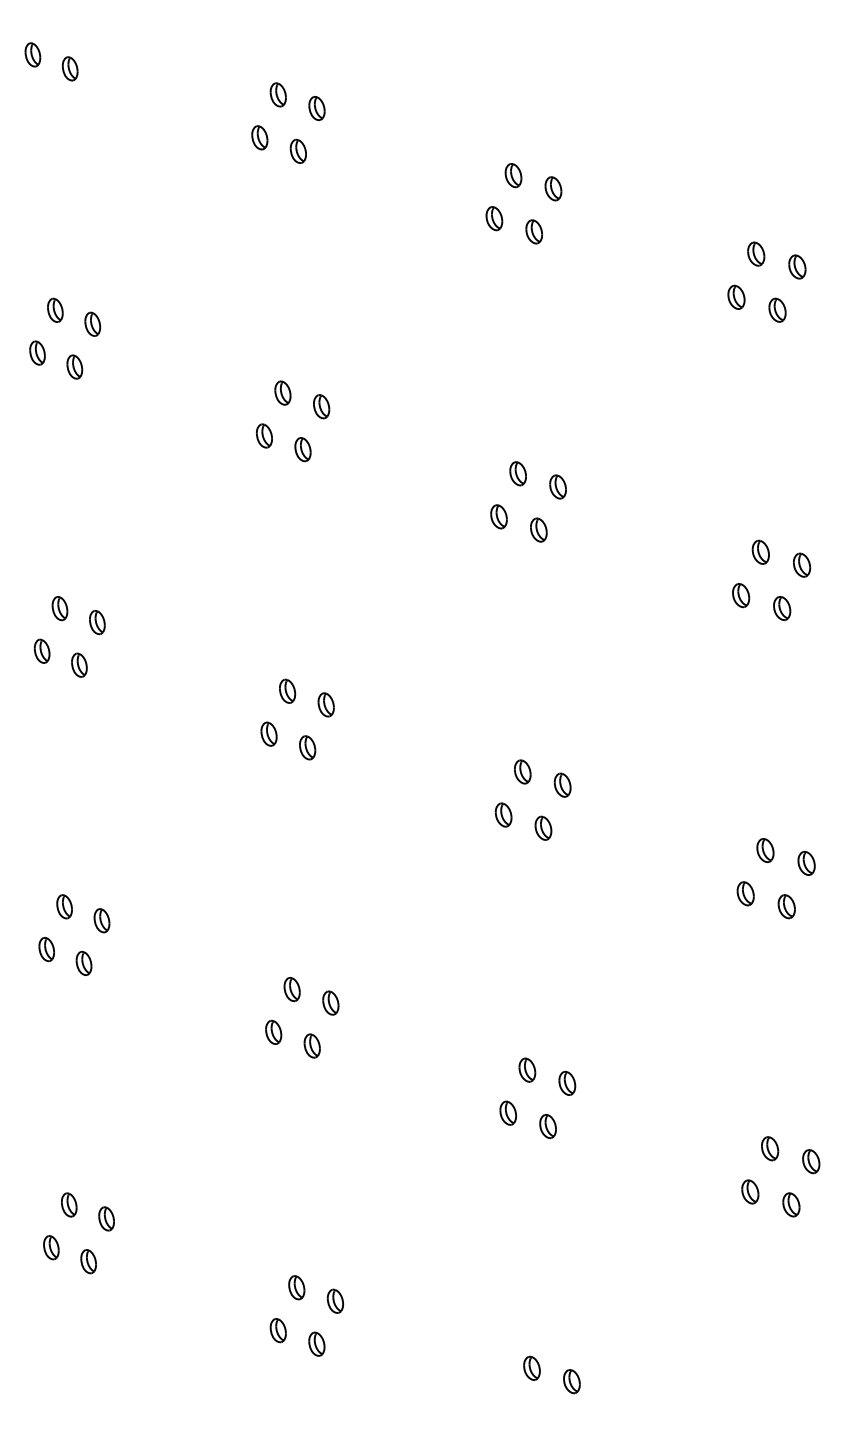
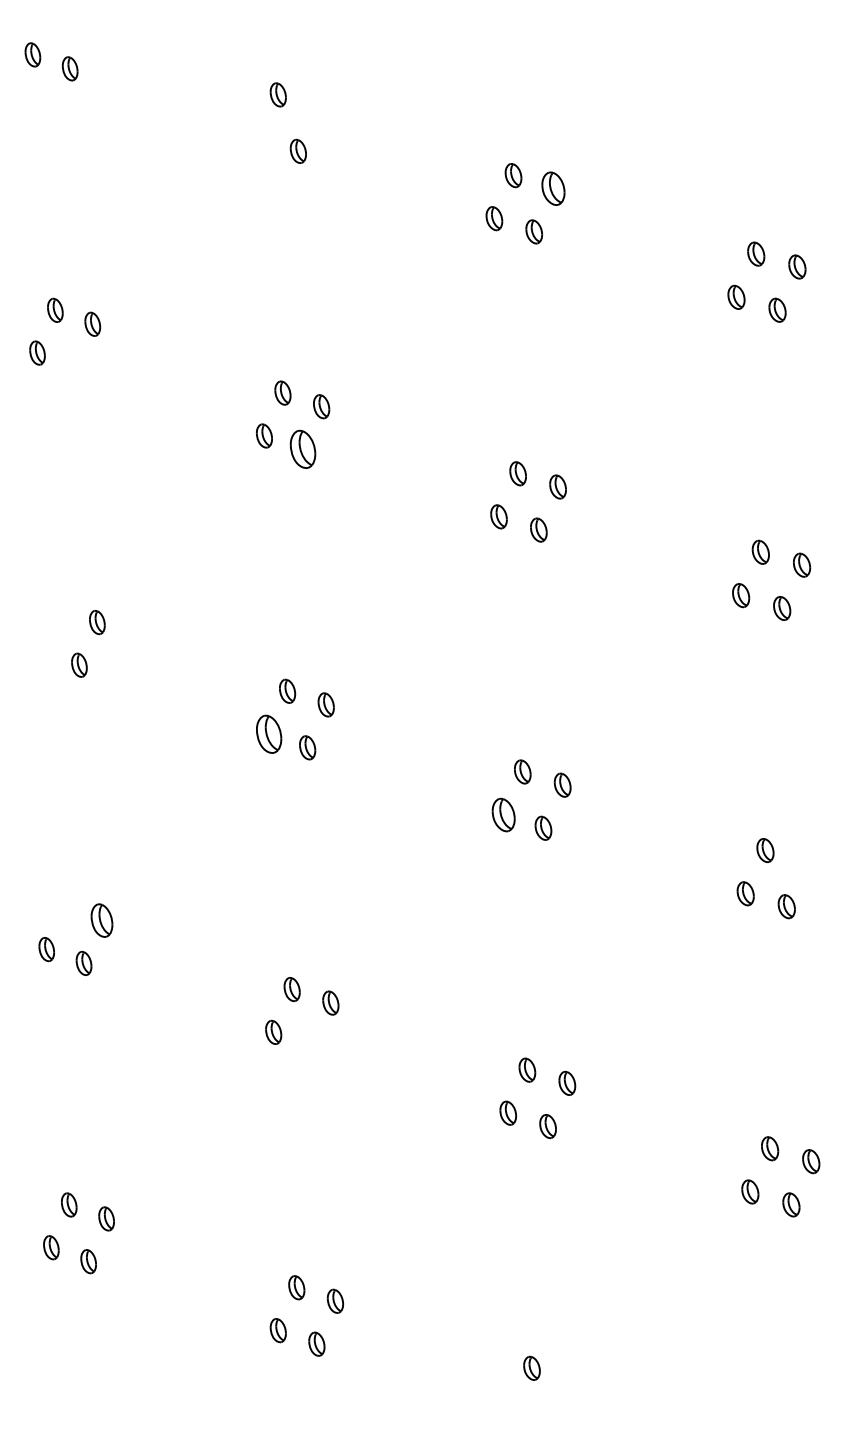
part at (316, 108): present -> none
part at (259, 137): present -> none
part at (553, 188) size: 19x26 px -> 25x35 px
part at (74, 366): present -> none
part at (302, 449) size: 18x26 px -> 28x40 px
part at (59, 608): present -> none
part at (41, 650): present -> none
part at (268, 733) size: 18x26 px -> 27x40 px
part at (503, 814) size: 19x26 px -> 25x36 px
part at (806, 862): present -> none
part at (64, 906): present -> none
part at (101, 920) size: 18x26 px -> 24x35 px
part at (311, 1045): present -> none
part at (571, 1381): present -> none
